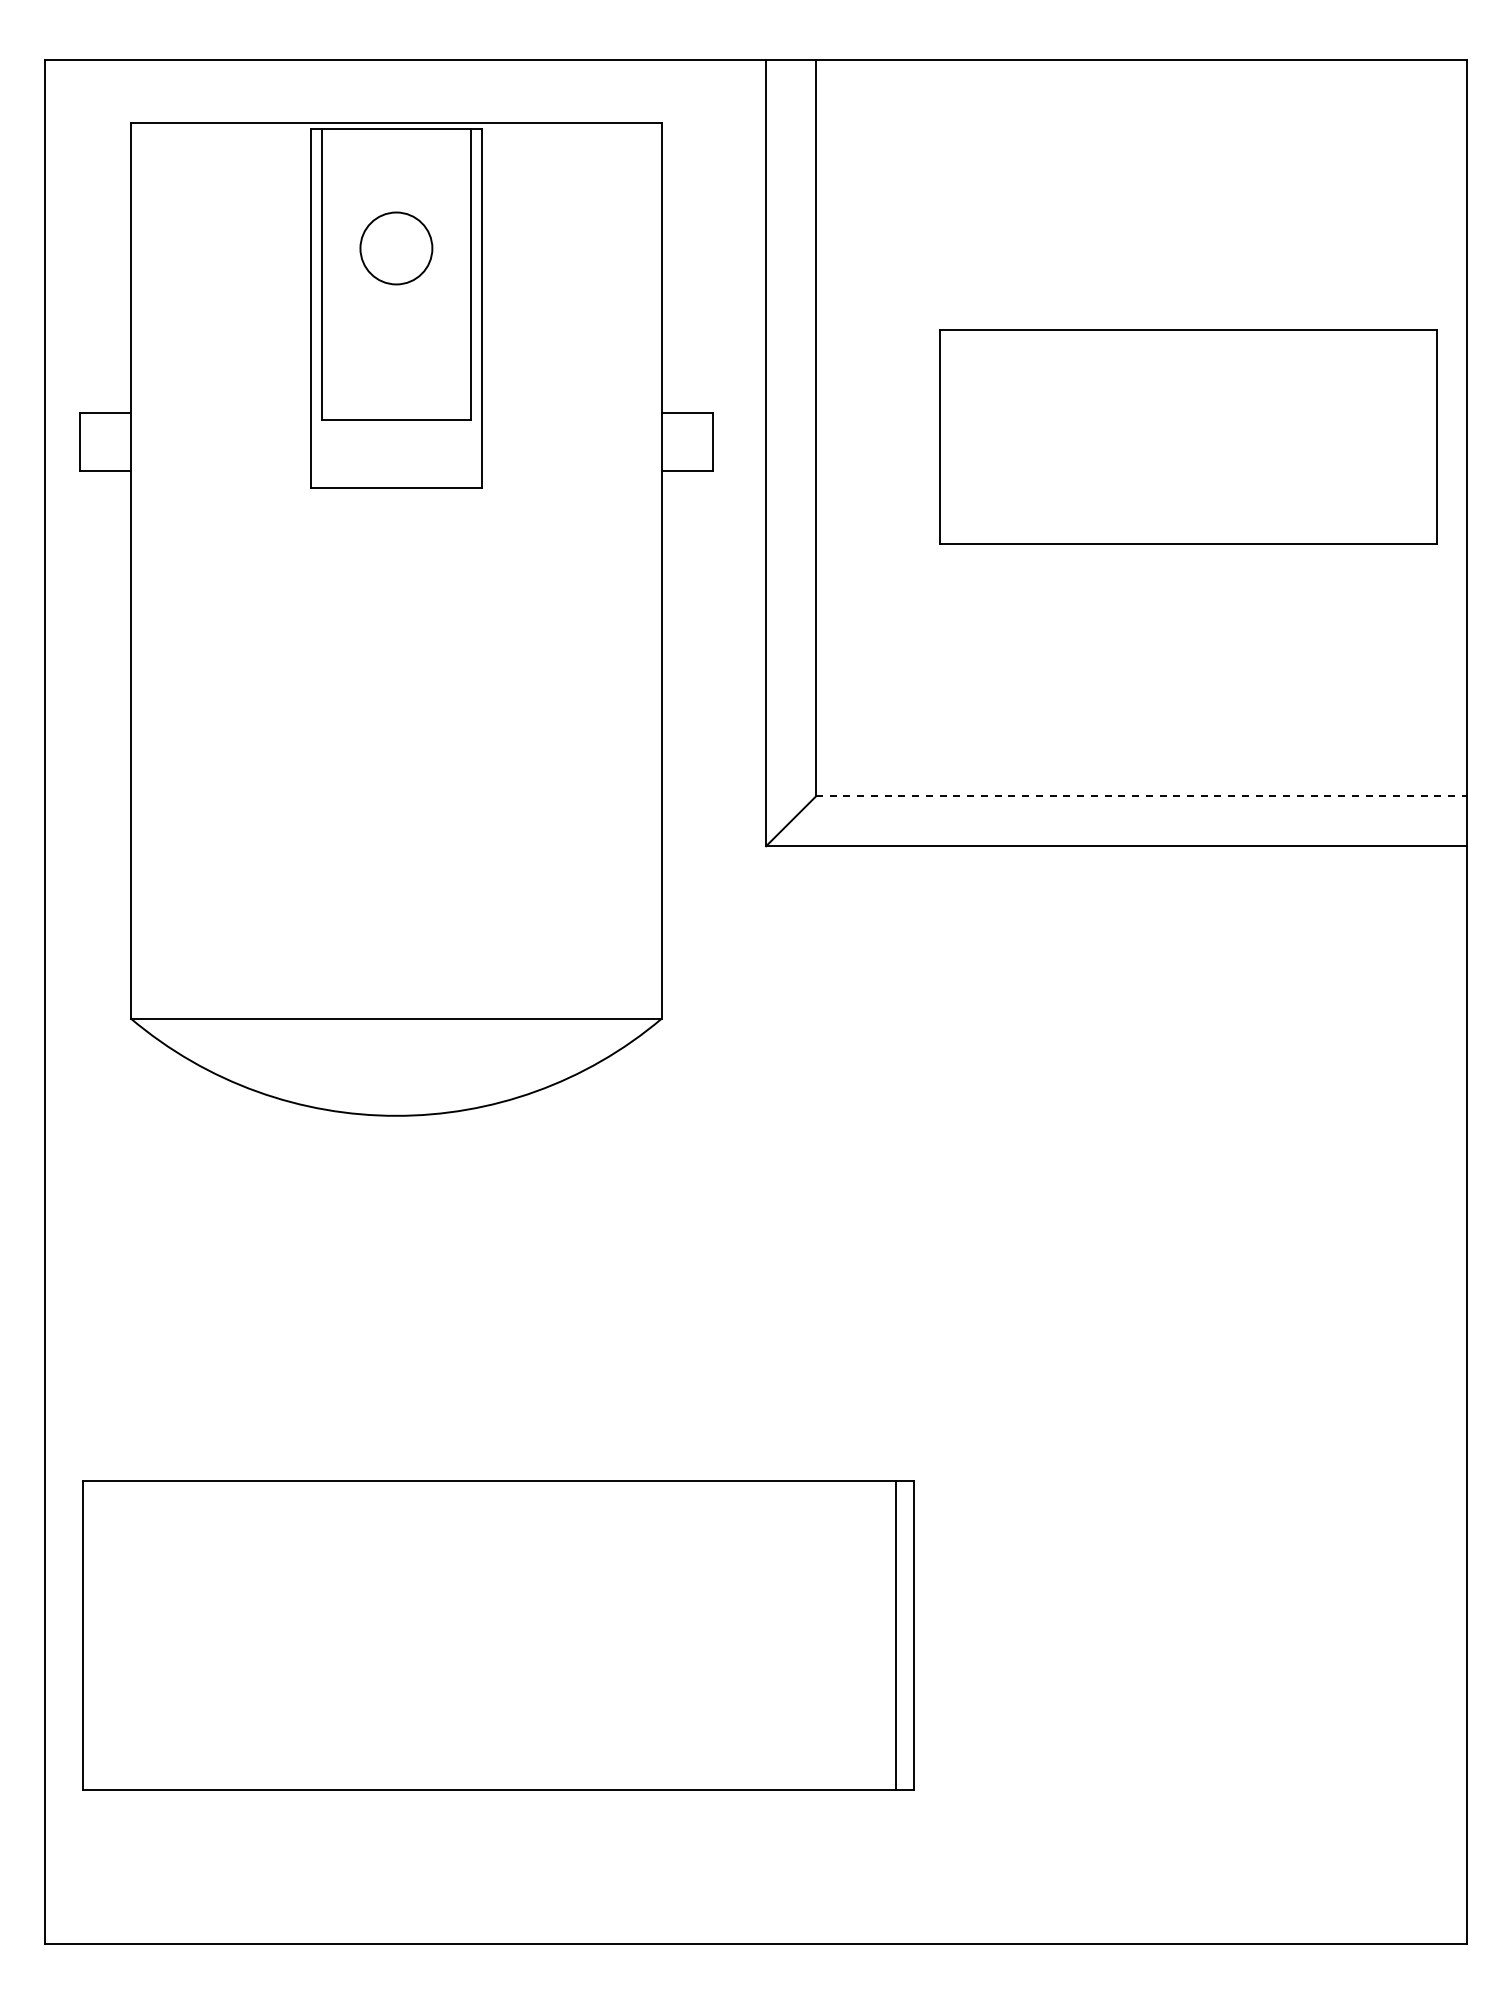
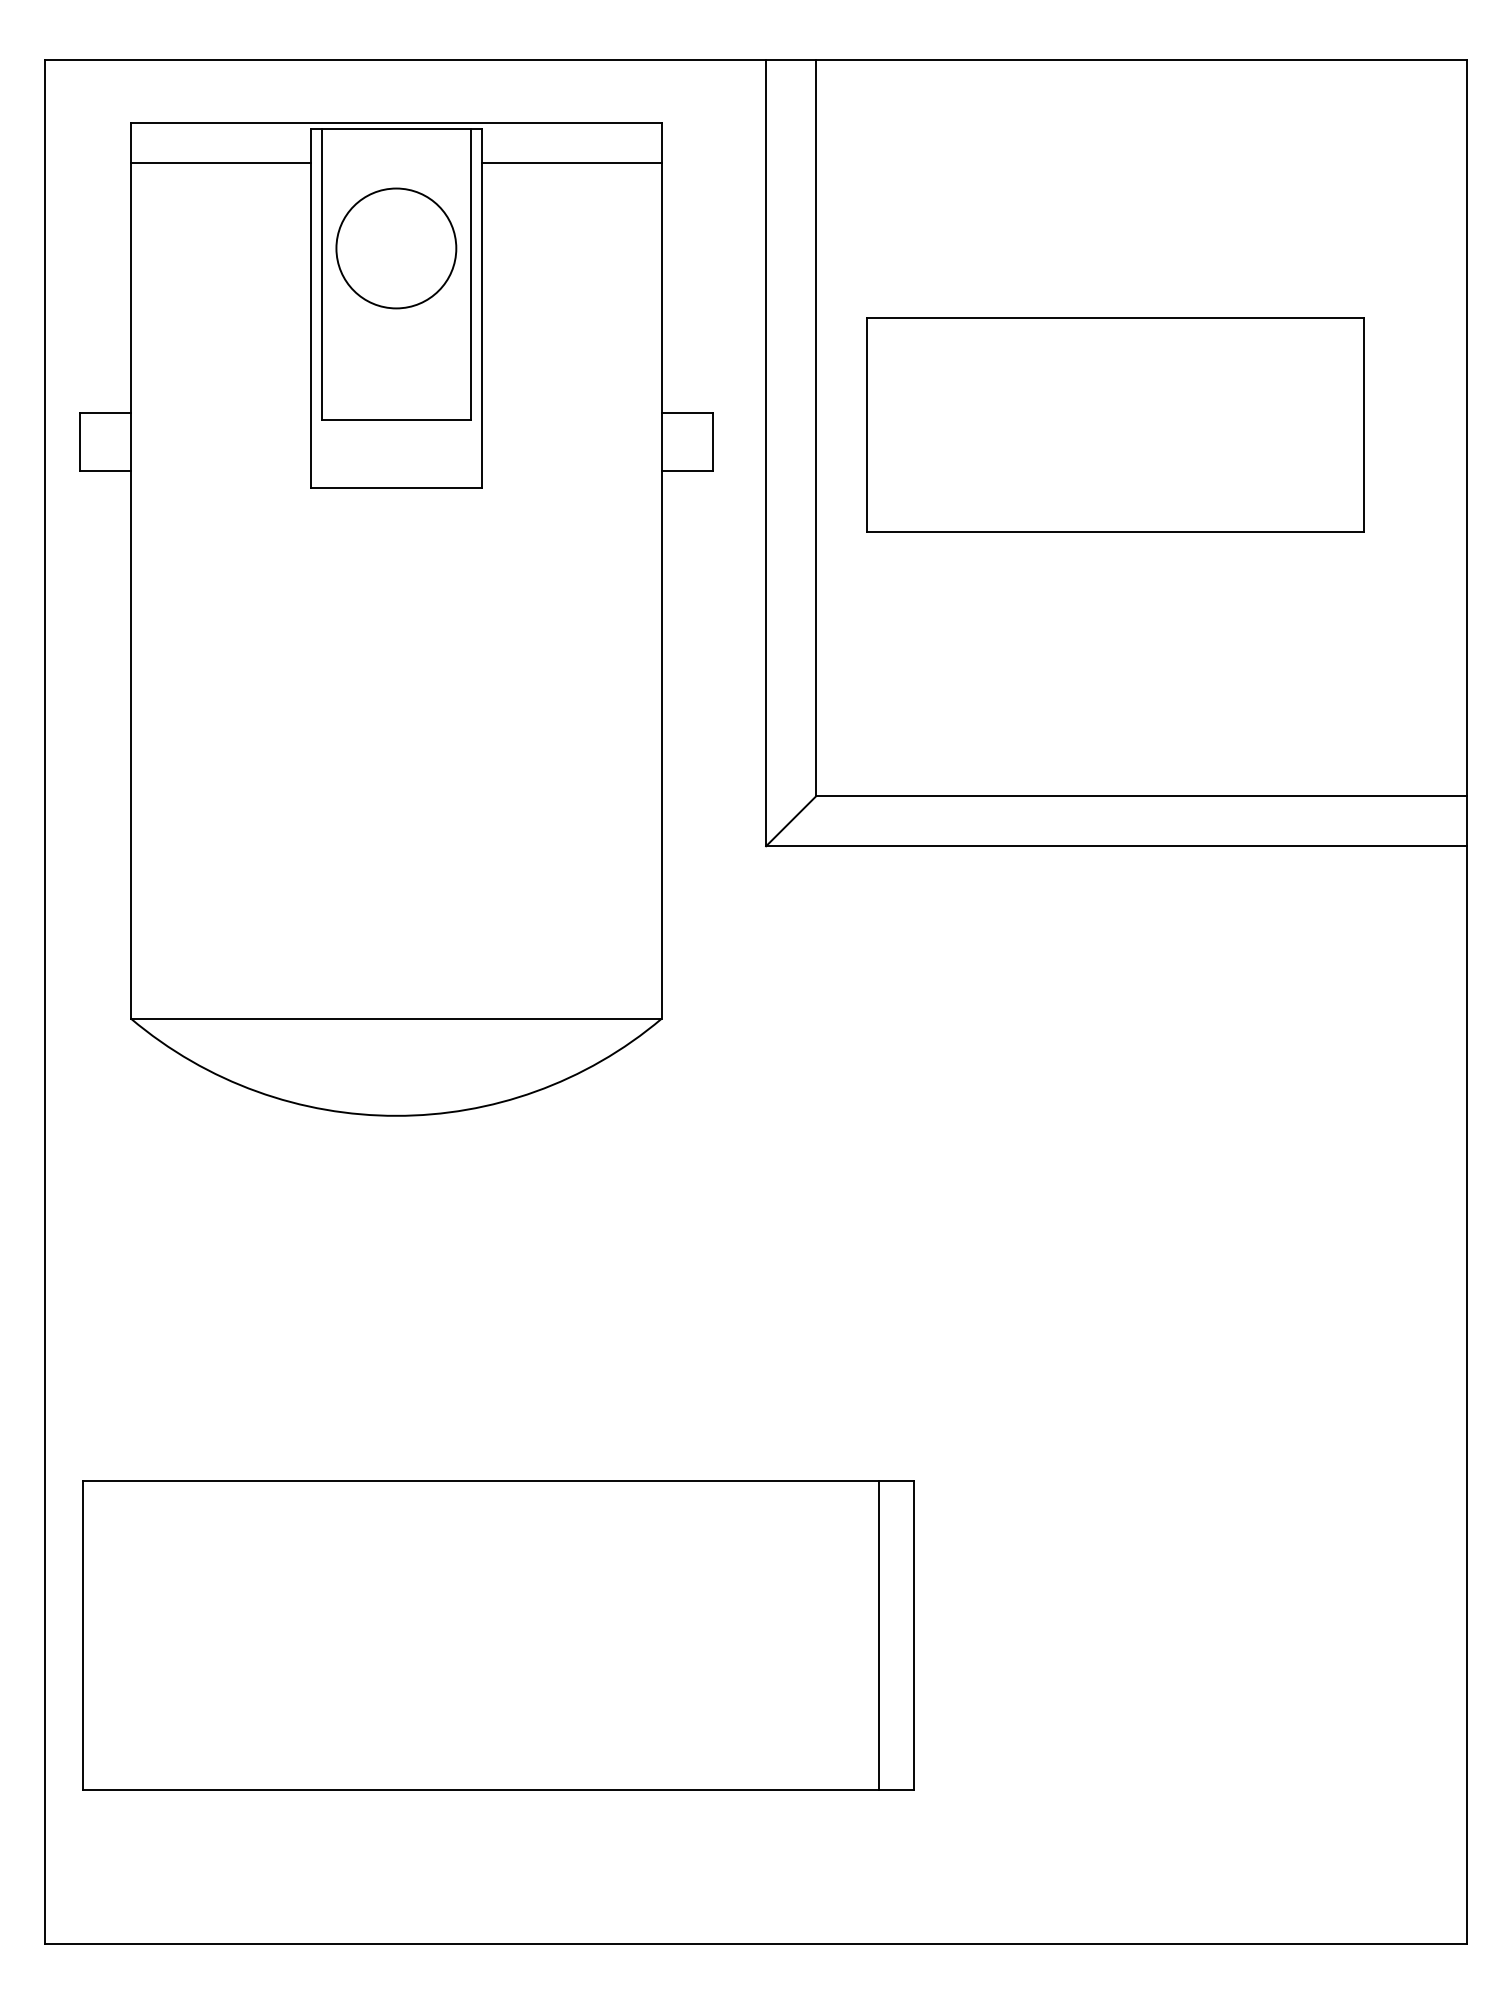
line at (220, 162): none -> present
line at (571, 162): none -> present
circle at (396, 248) size: 75x75 px -> 123x123 px
part at (1188, 436) position: (1188, 436) -> (1115, 424)
line at (1141, 796): dashed -> solid
line at (896, 1635) position: (896, 1635) -> (879, 1635)
